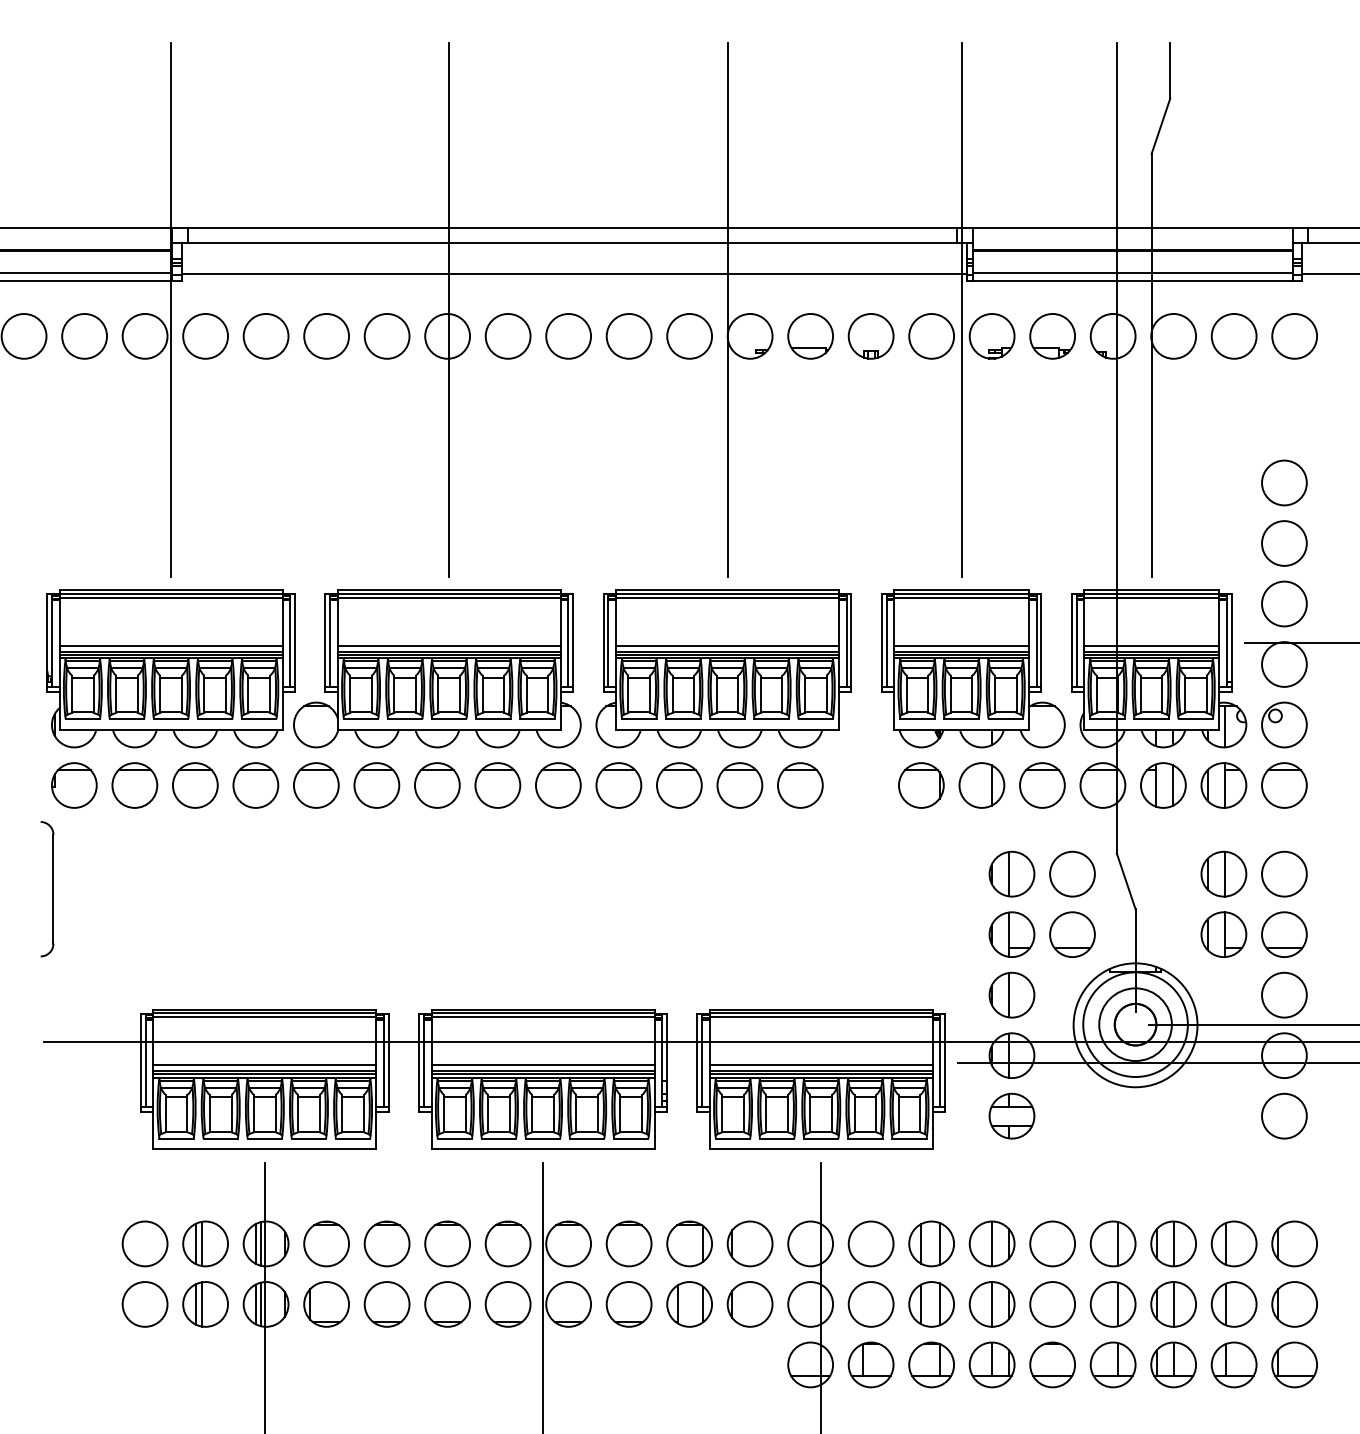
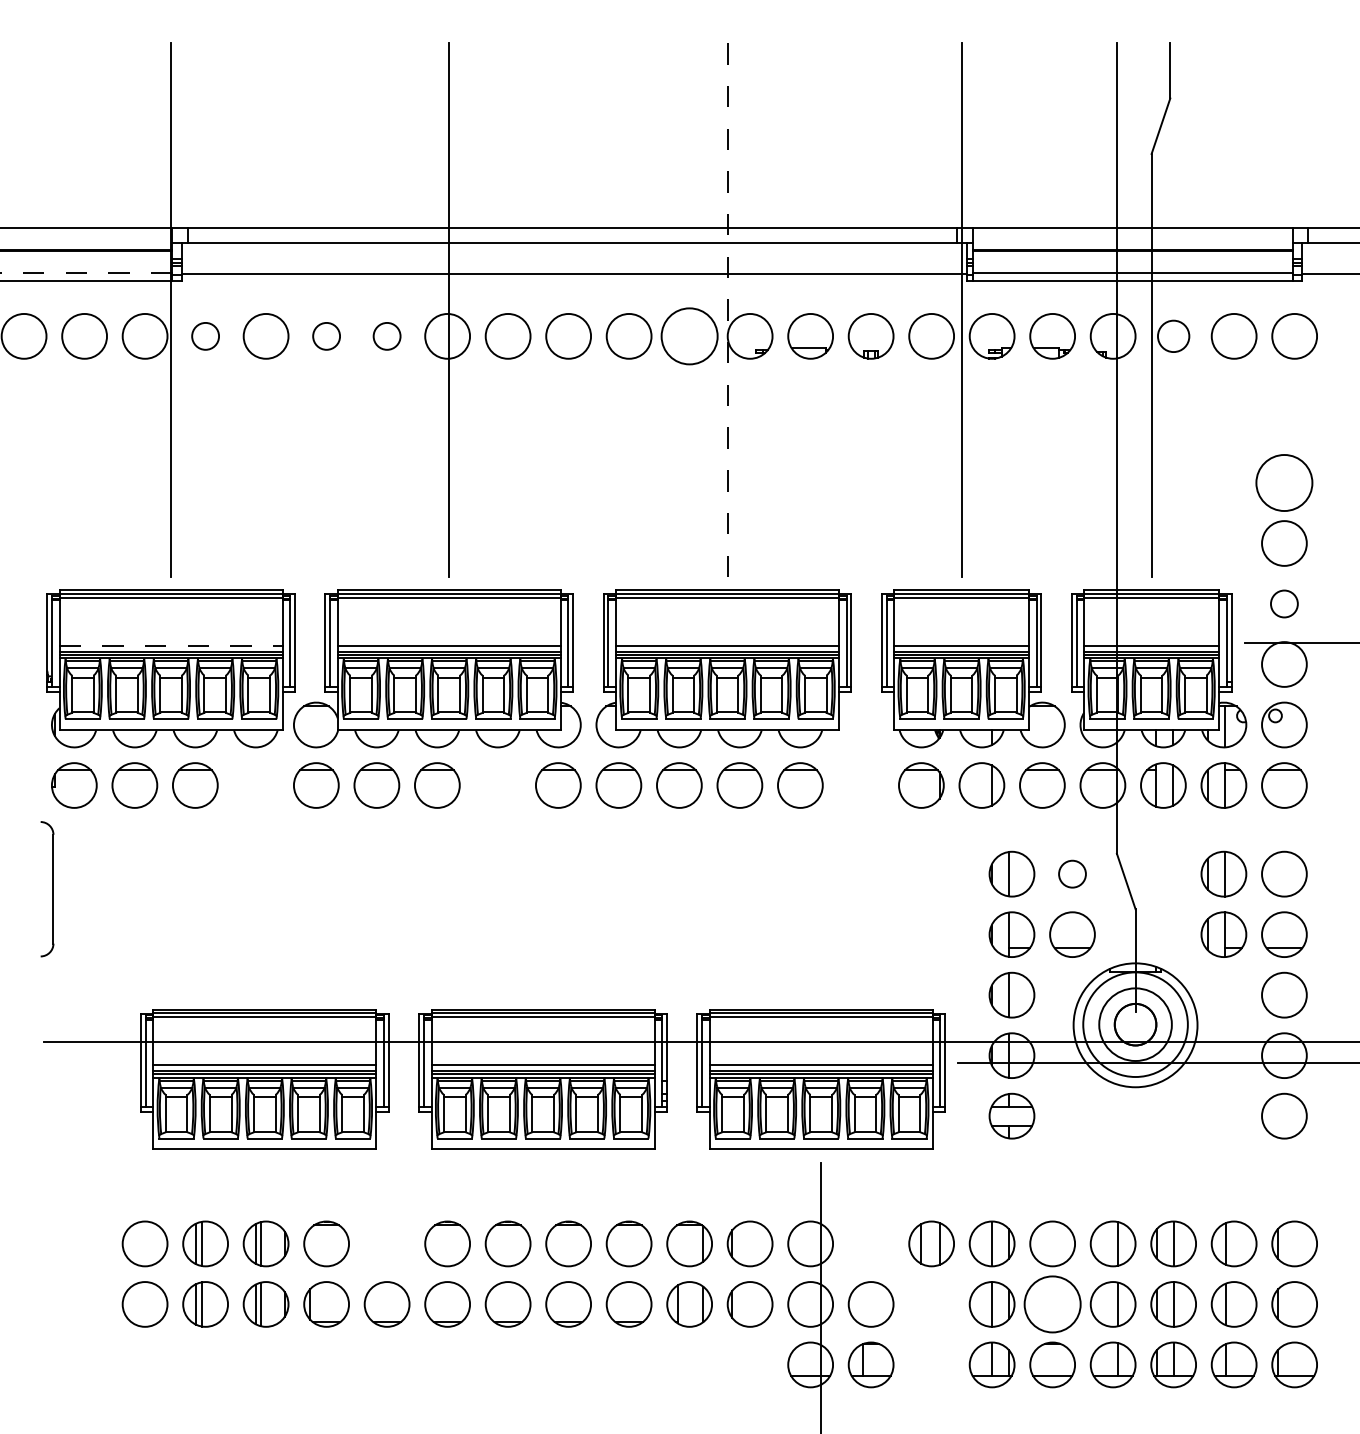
line at (86, 272): solid -> dashed
line at (727, 309): solid -> dashed
circle at (205, 335) diameter: 45 px -> 27 px
circle at (326, 335) diameter: 45 px -> 27 px
circle at (386, 335) diameter: 45 px -> 27 px
circle at (689, 335) diameter: 45 px -> 56 px
circle at (1173, 335) diameter: 45 px -> 31 px
circle at (1284, 482) size: 47x48 px -> 59x58 px
circle at (1284, 603) diameter: 45 px -> 27 px
line at (171, 645): solid -> dashed
part at (255, 785): present -> none
part at (497, 785): present -> none
circle at (1072, 873) diameter: 45 px -> 27 px
line at (1252, 1025): present -> none
part at (386, 1243): present -> none
circle at (870, 1243): present -> none
line at (264, 1296): present -> none
line at (543, 1296): present -> none
part at (931, 1304): present -> none
circle at (1052, 1304) diameter: 45 px -> 56 px
part at (931, 1364): present -> none
